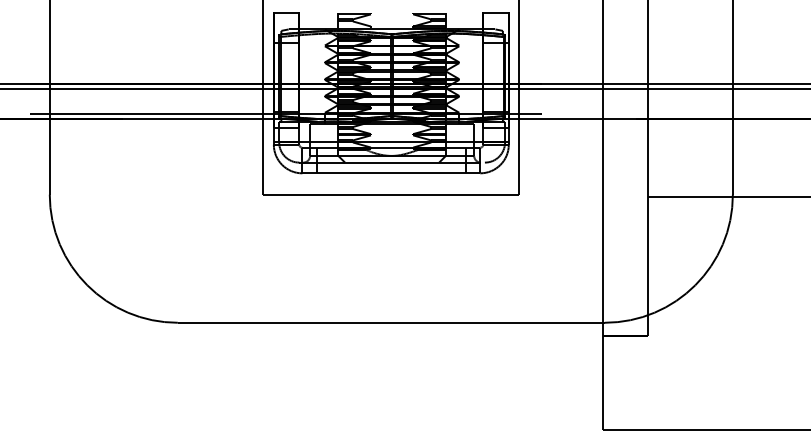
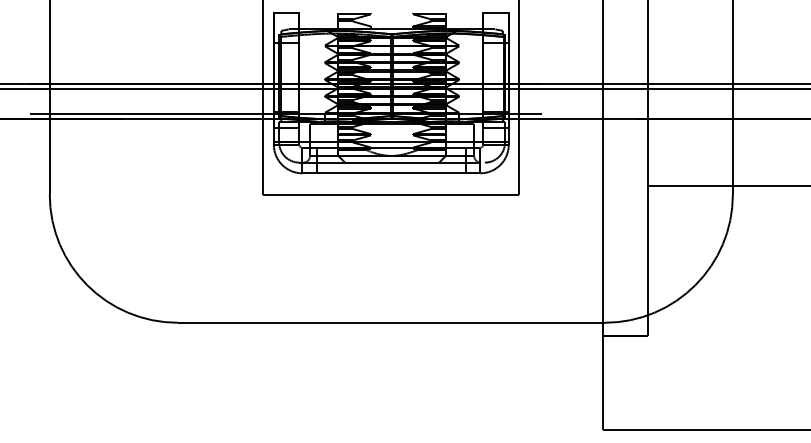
line at (727, 197) position: (727, 197) -> (727, 186)
